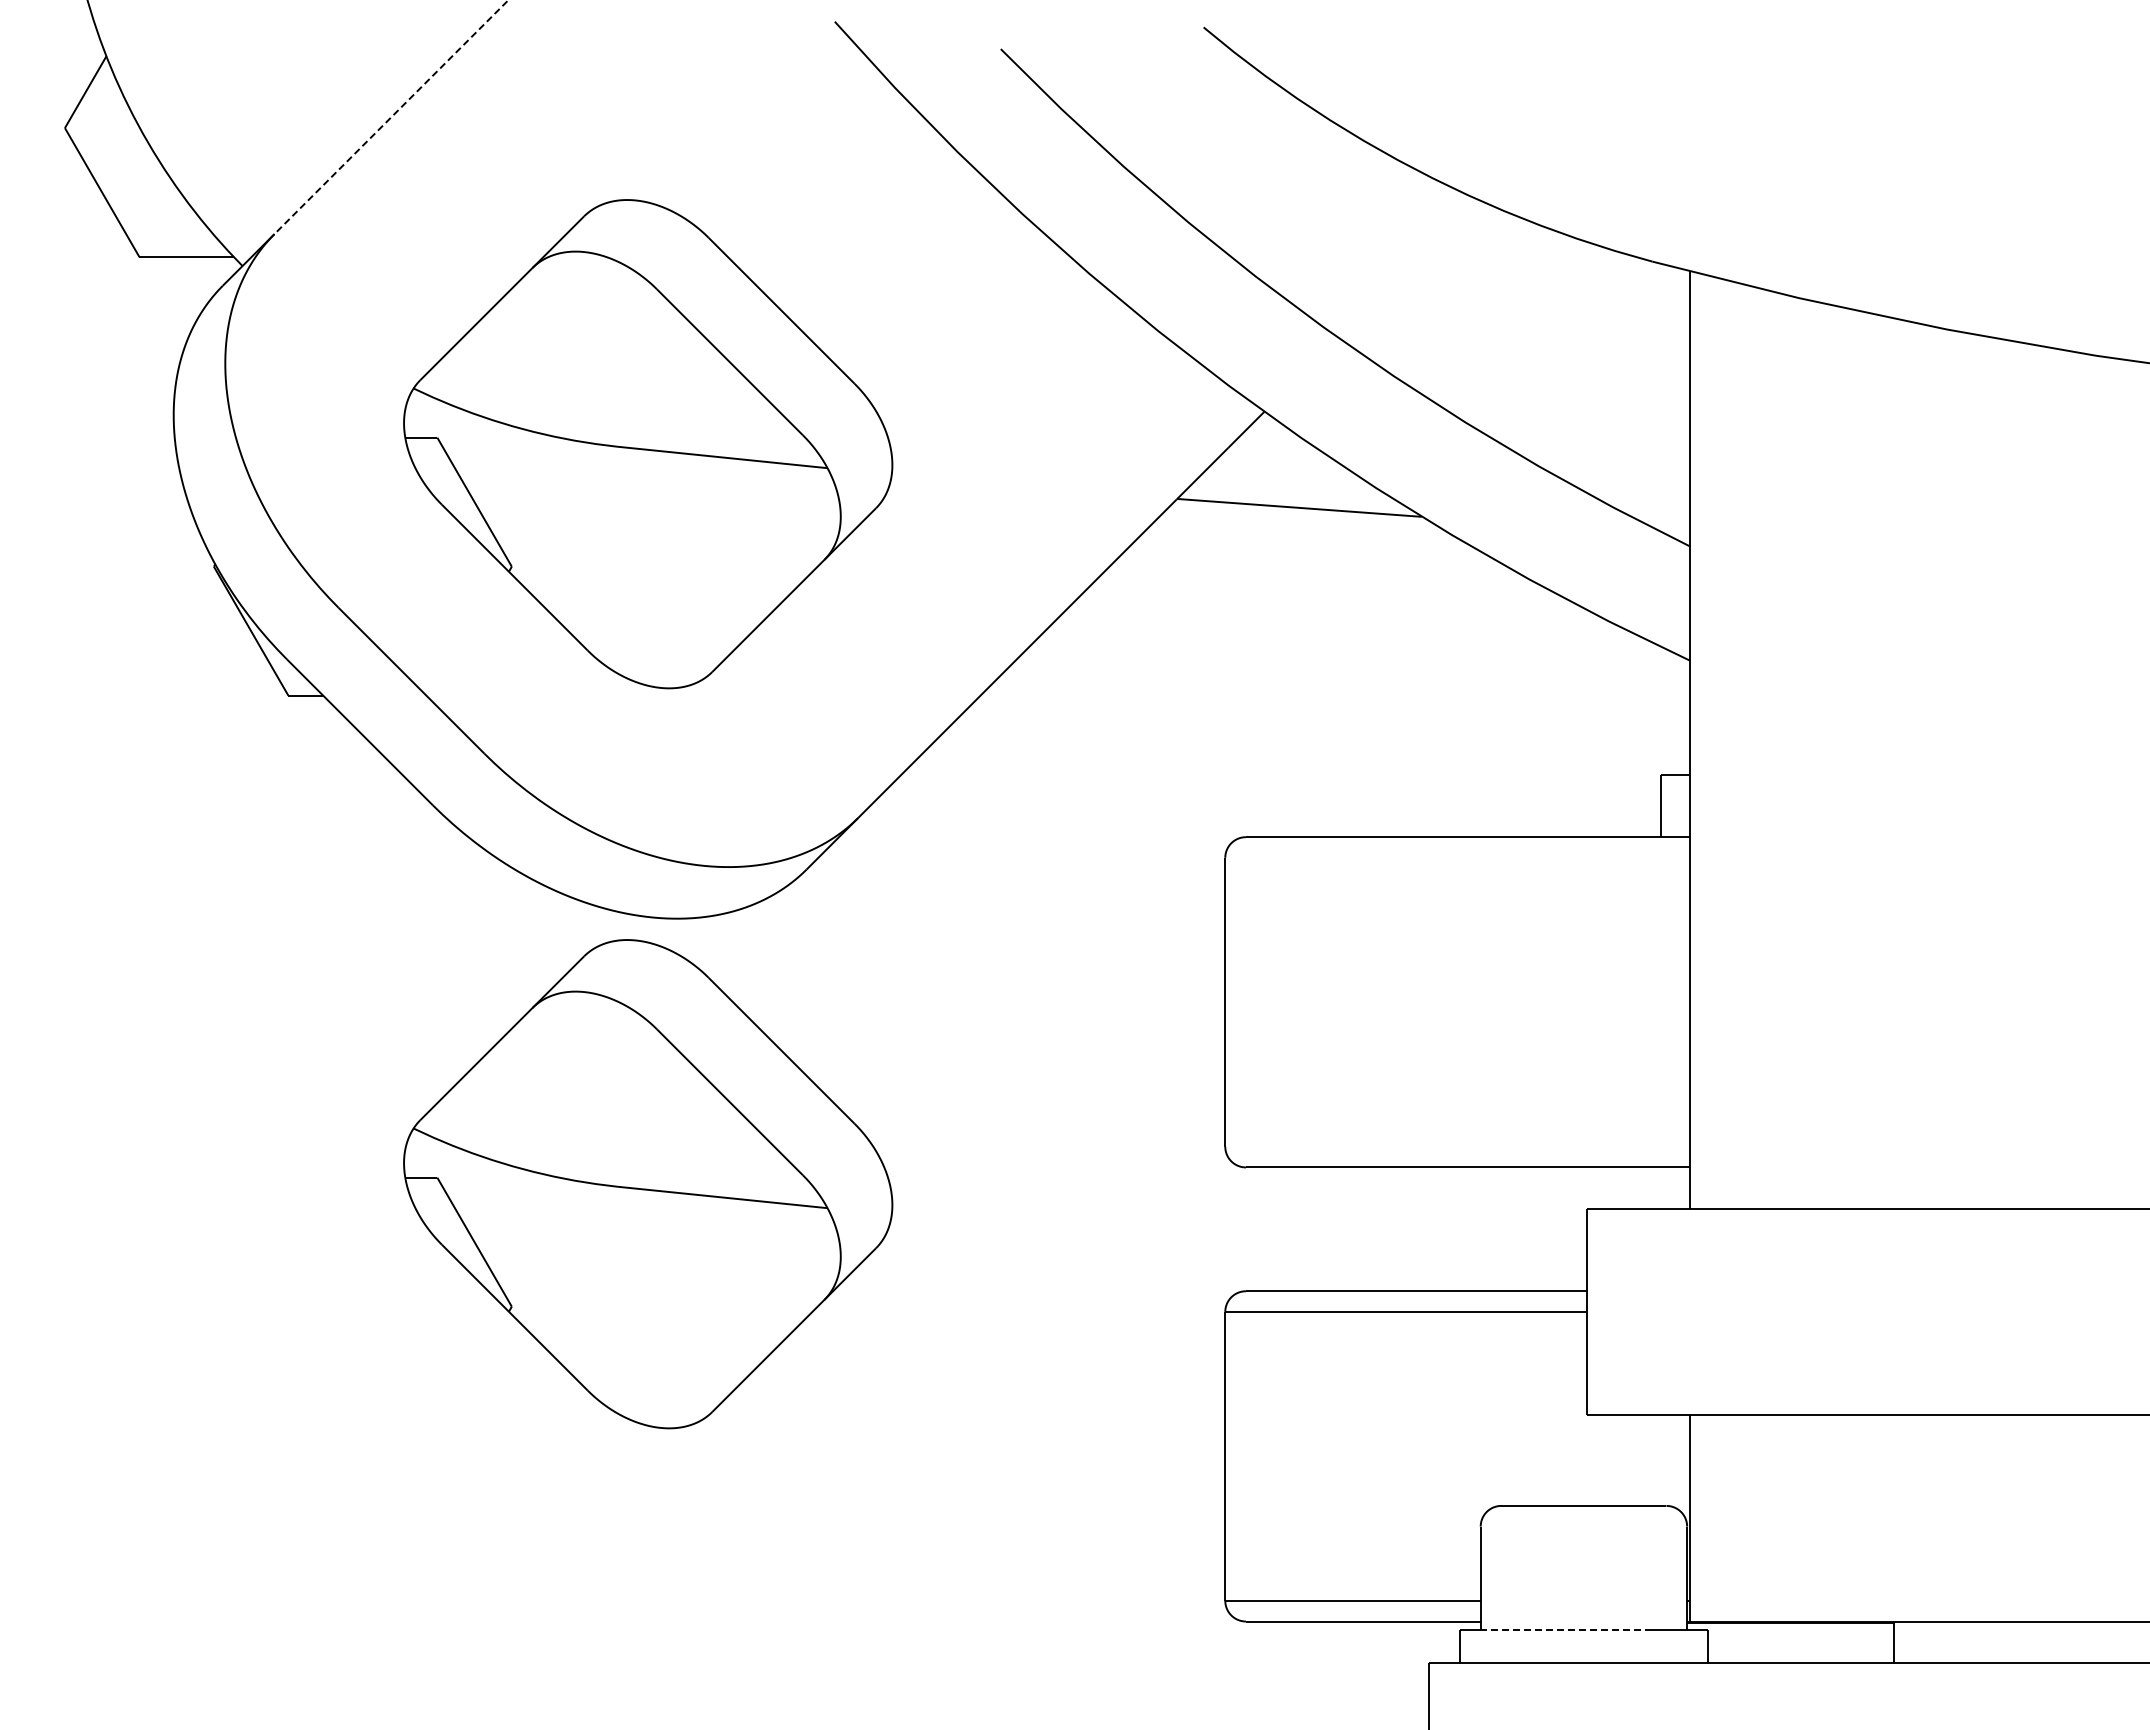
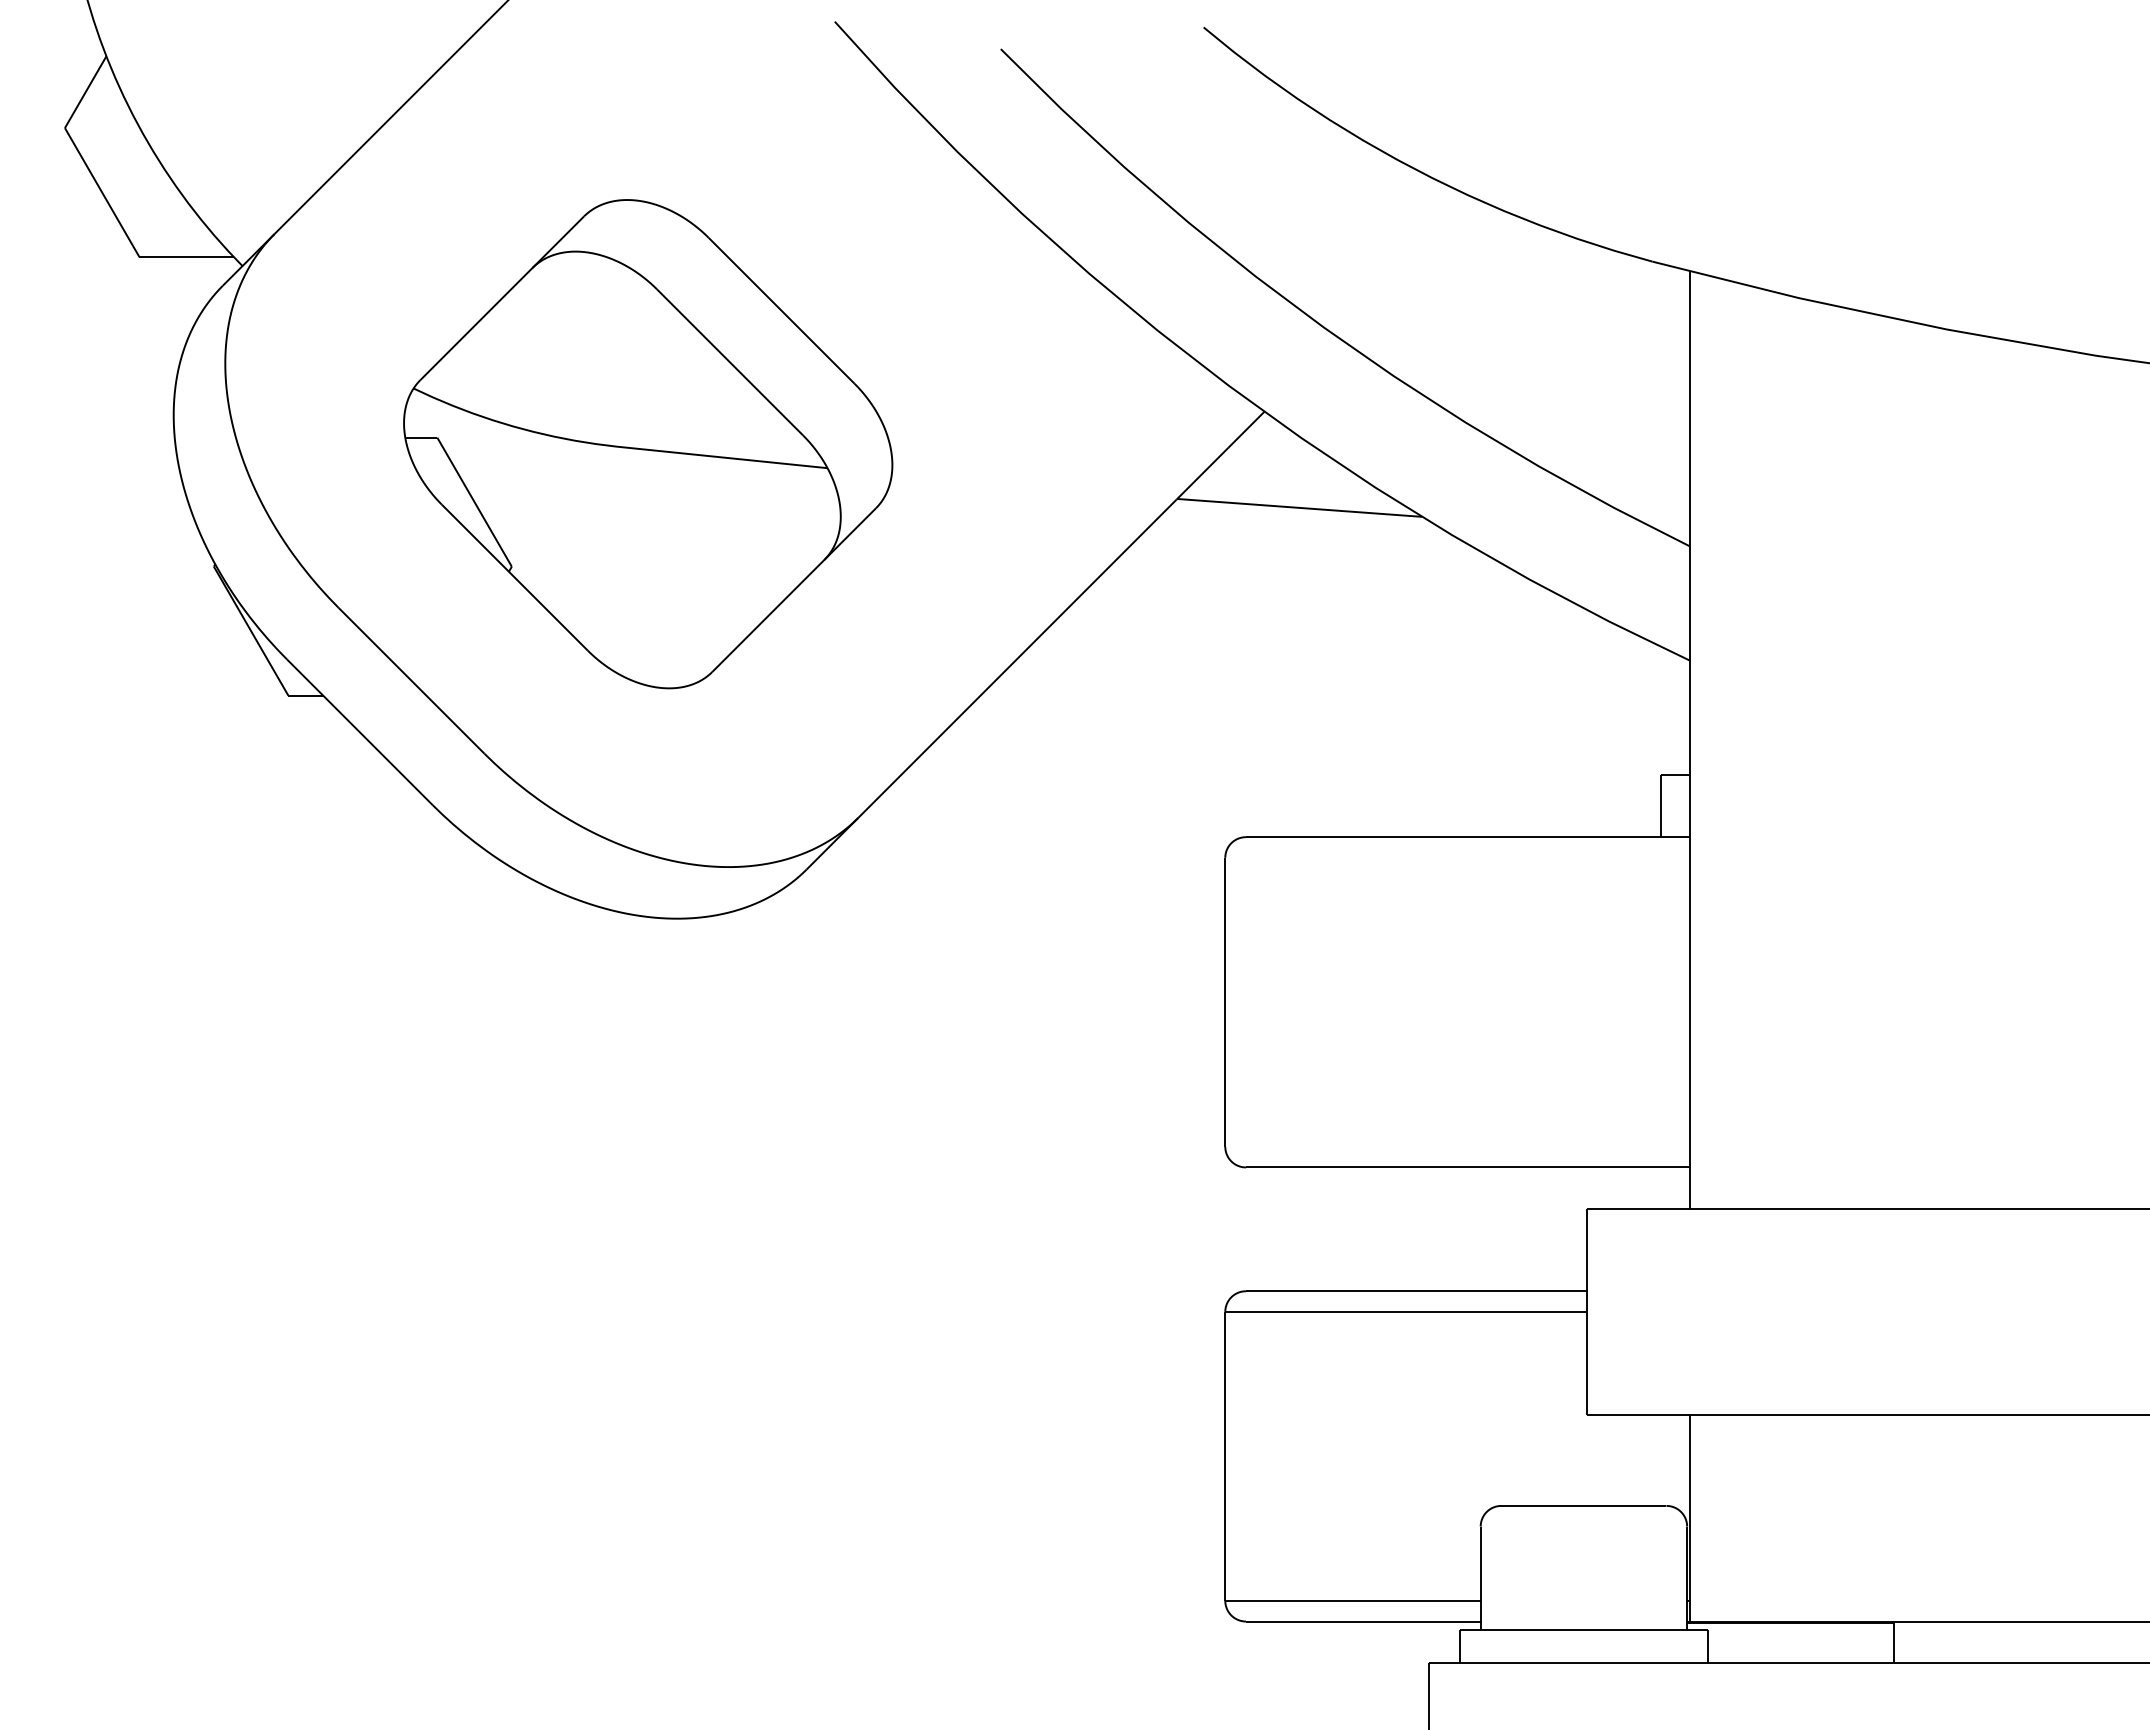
line at (391, 117): dashed -> solid
part at (648, 1184): present -> none
line at (1565, 1629): dashed -> solid
